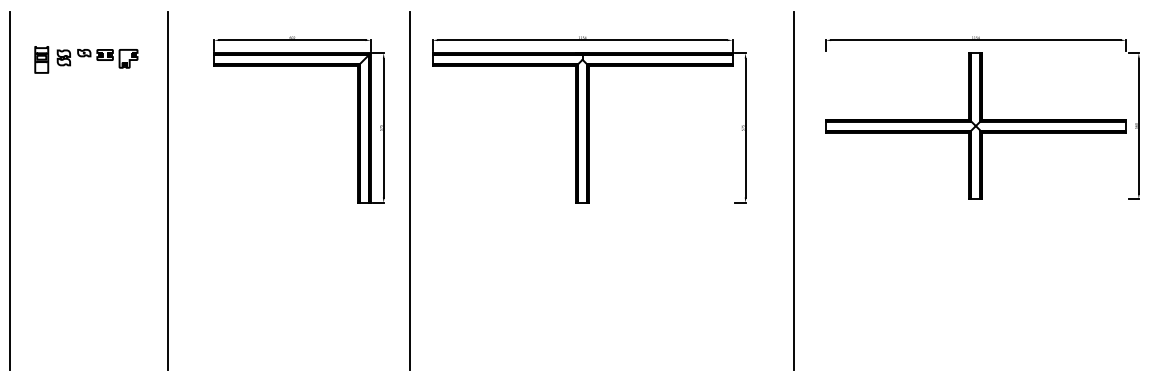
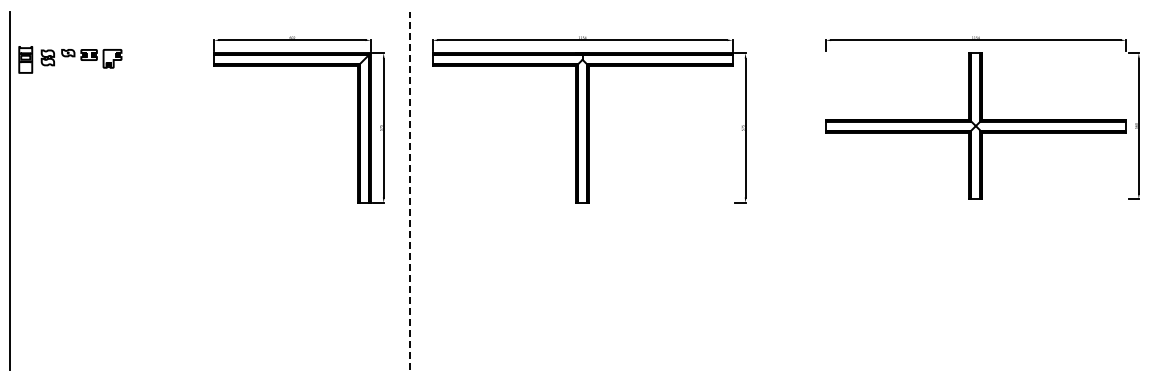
part at (86, 59) position: (86, 59) -> (70, 59)
line at (168, 190): present -> none
line at (410, 190): solid -> dashed
line at (793, 190): present -> none
